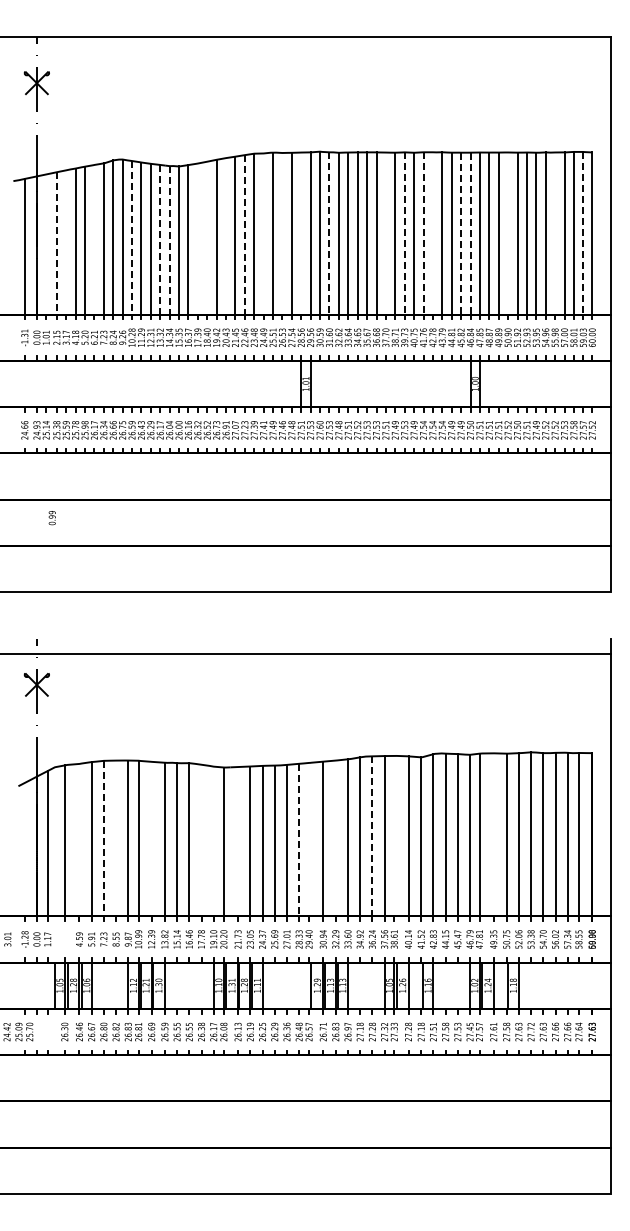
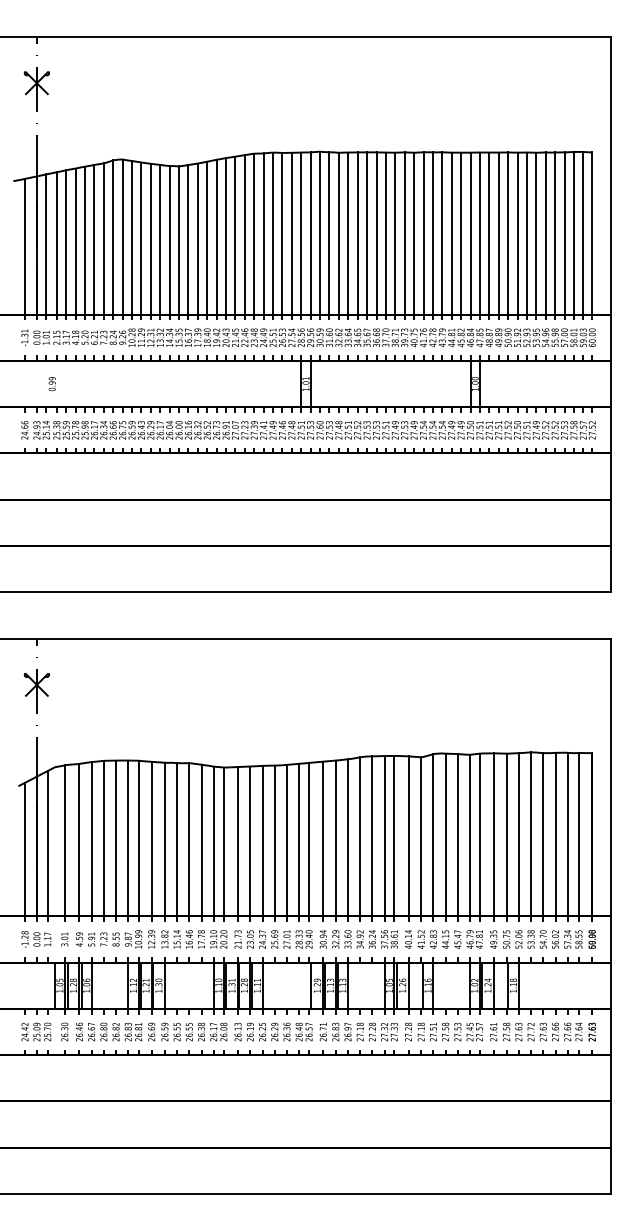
line at (263, 233): none -> present
line at (282, 233): none -> present
line at (301, 233): none -> present
line at (329, 233): dashed -> solid
line at (385, 233): none -> present
line at (423, 233): dashed -> solid
line at (432, 233): none -> present
line at (461, 233): dashed -> solid
line at (470, 233): dashed -> solid
line at (508, 233): none -> present
line at (555, 233): none -> present
line at (583, 233): dashed -> solid
line at (244, 234): dashed -> solid
line at (404, 234): dashed -> solid
line at (226, 236): none -> present
line at (132, 237): dashed -> solid
line at (207, 237): none -> present
line at (197, 238): none -> present
line at (94, 239): none -> present
line at (160, 239): dashed -> solid
line at (169, 240): dashed -> solid
line at (66, 242): none -> present
line at (56, 243): dashed -> solid
line at (46, 244): none -> present
text at (51, 518) position: (51, 518) -> (51, 384)
line at (306, 653) position: (306, 653) -> (306, 638)
line at (493, 834): none -> present
line at (394, 835): none -> present
line at (372, 836): dashed -> solid
line at (103, 838): dashed -> solid
line at (116, 838): none -> present
line at (151, 838): none -> present
line at (335, 838): none -> present
line at (79, 839): none -> present
line at (309, 839): none -> present
line at (201, 840): none -> present
line at (299, 840): dashed -> solid
line at (213, 841): none -> present
line at (238, 841): none -> present
line at (25, 849): none -> present
text at (7, 939) position: (7, 939) -> (64, 939)
text at (18, 1031) position: (18, 1031) -> (36, 1031)
